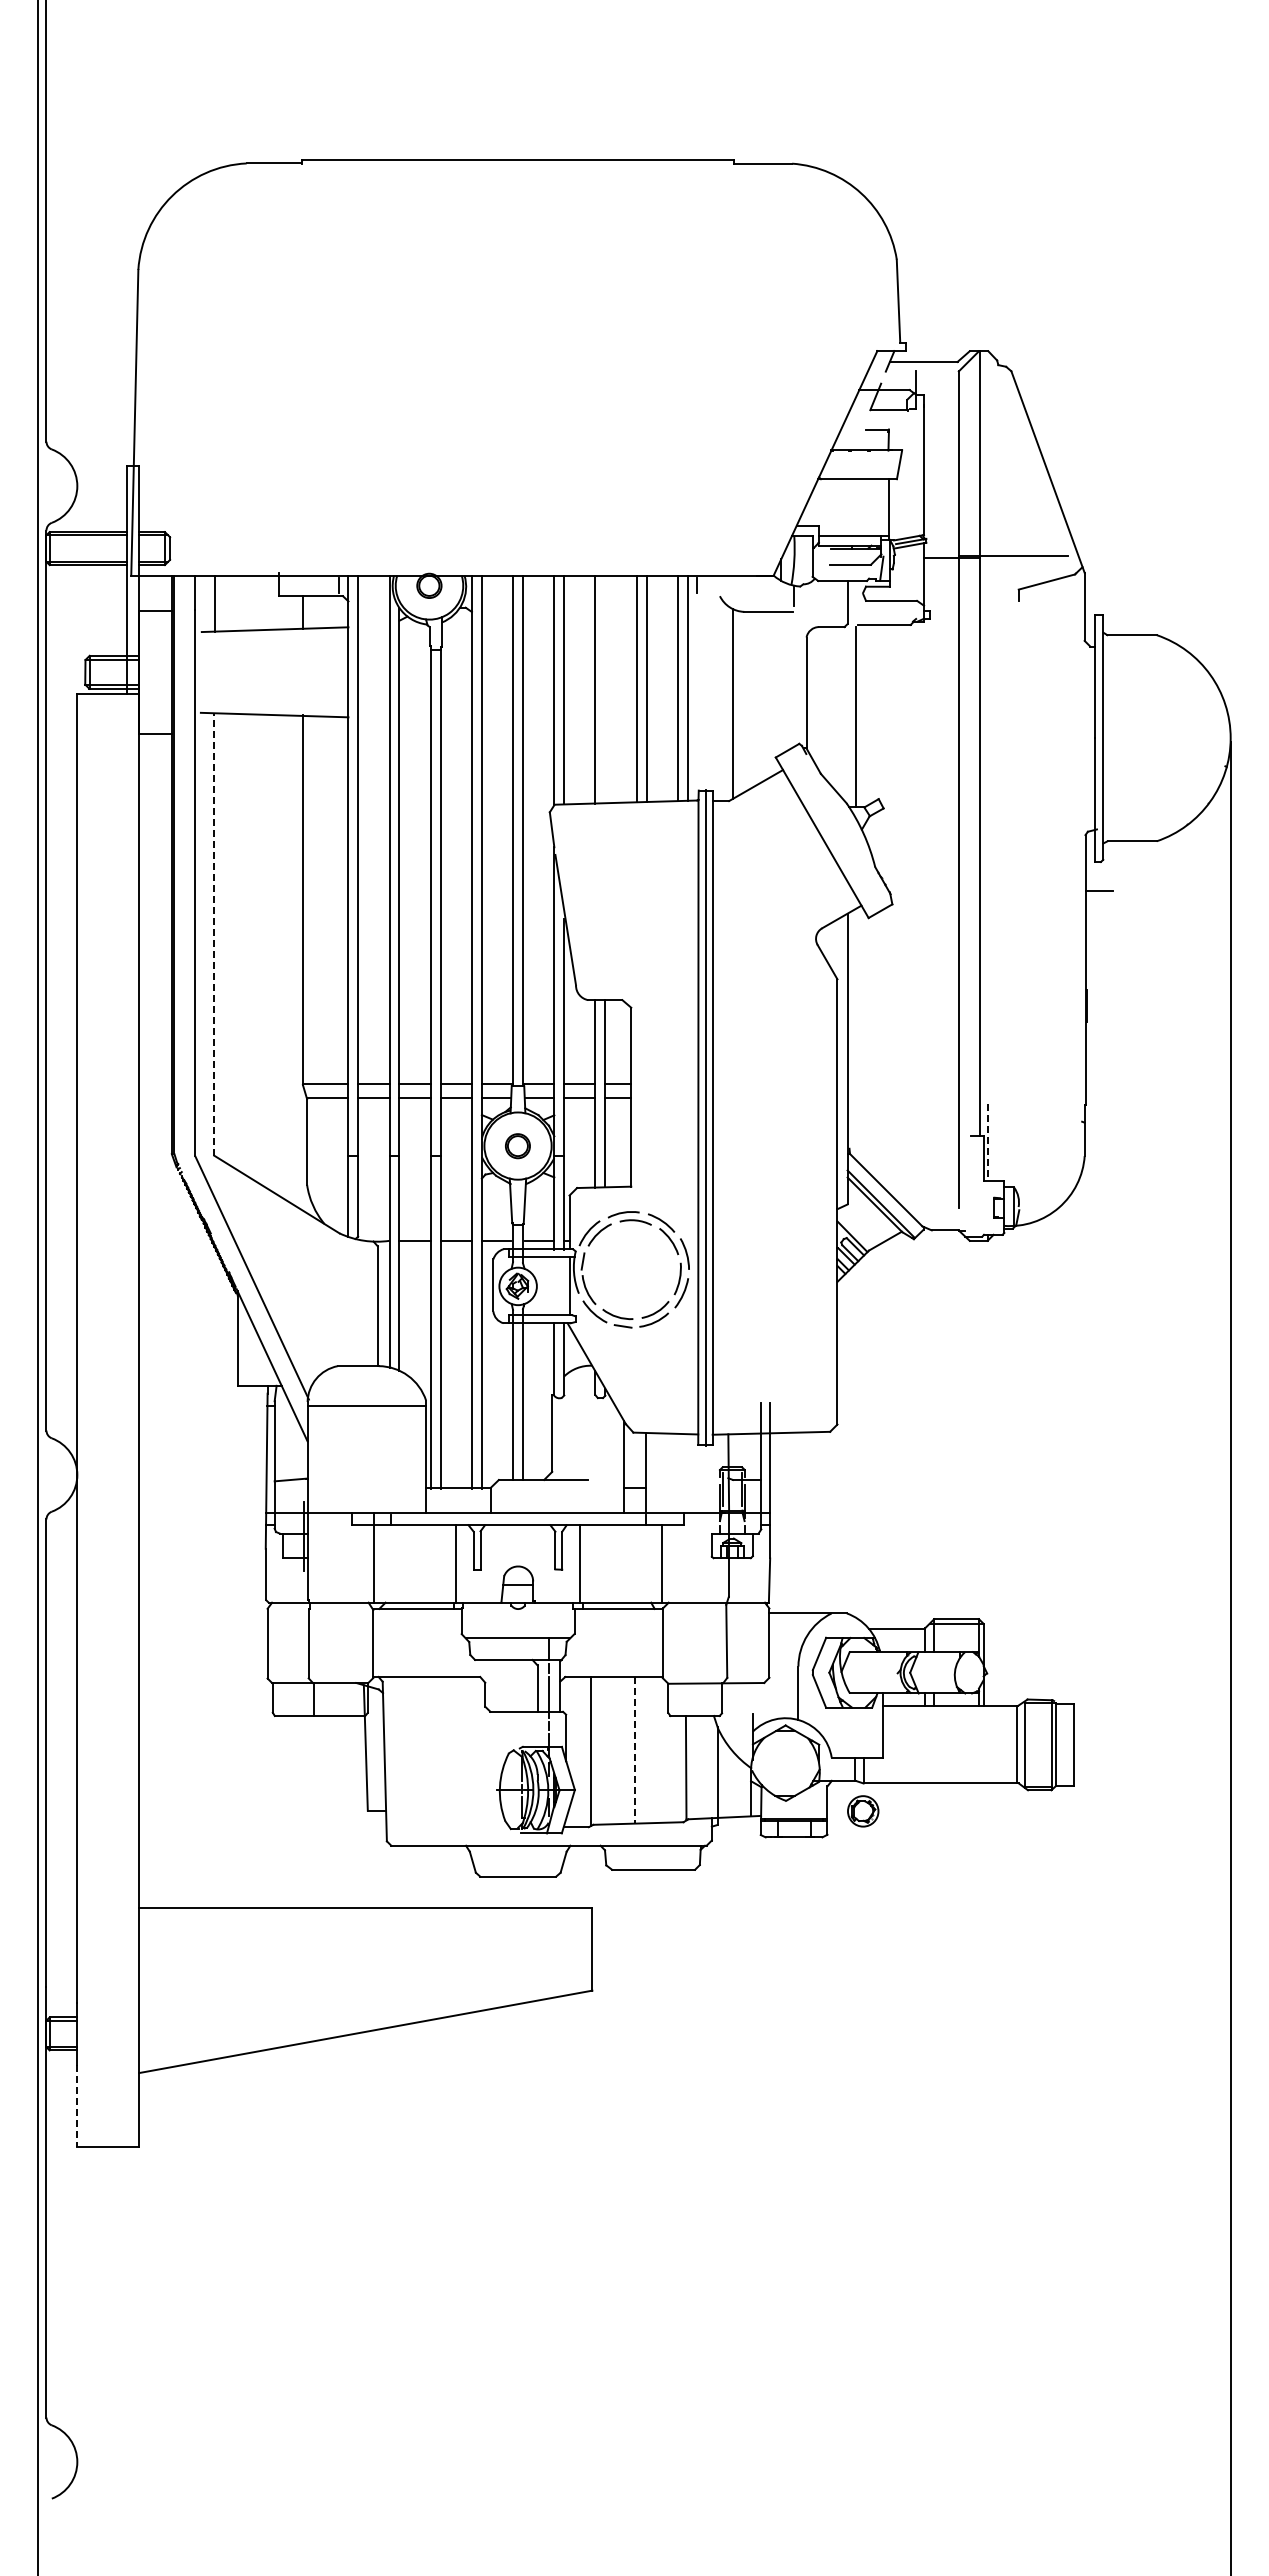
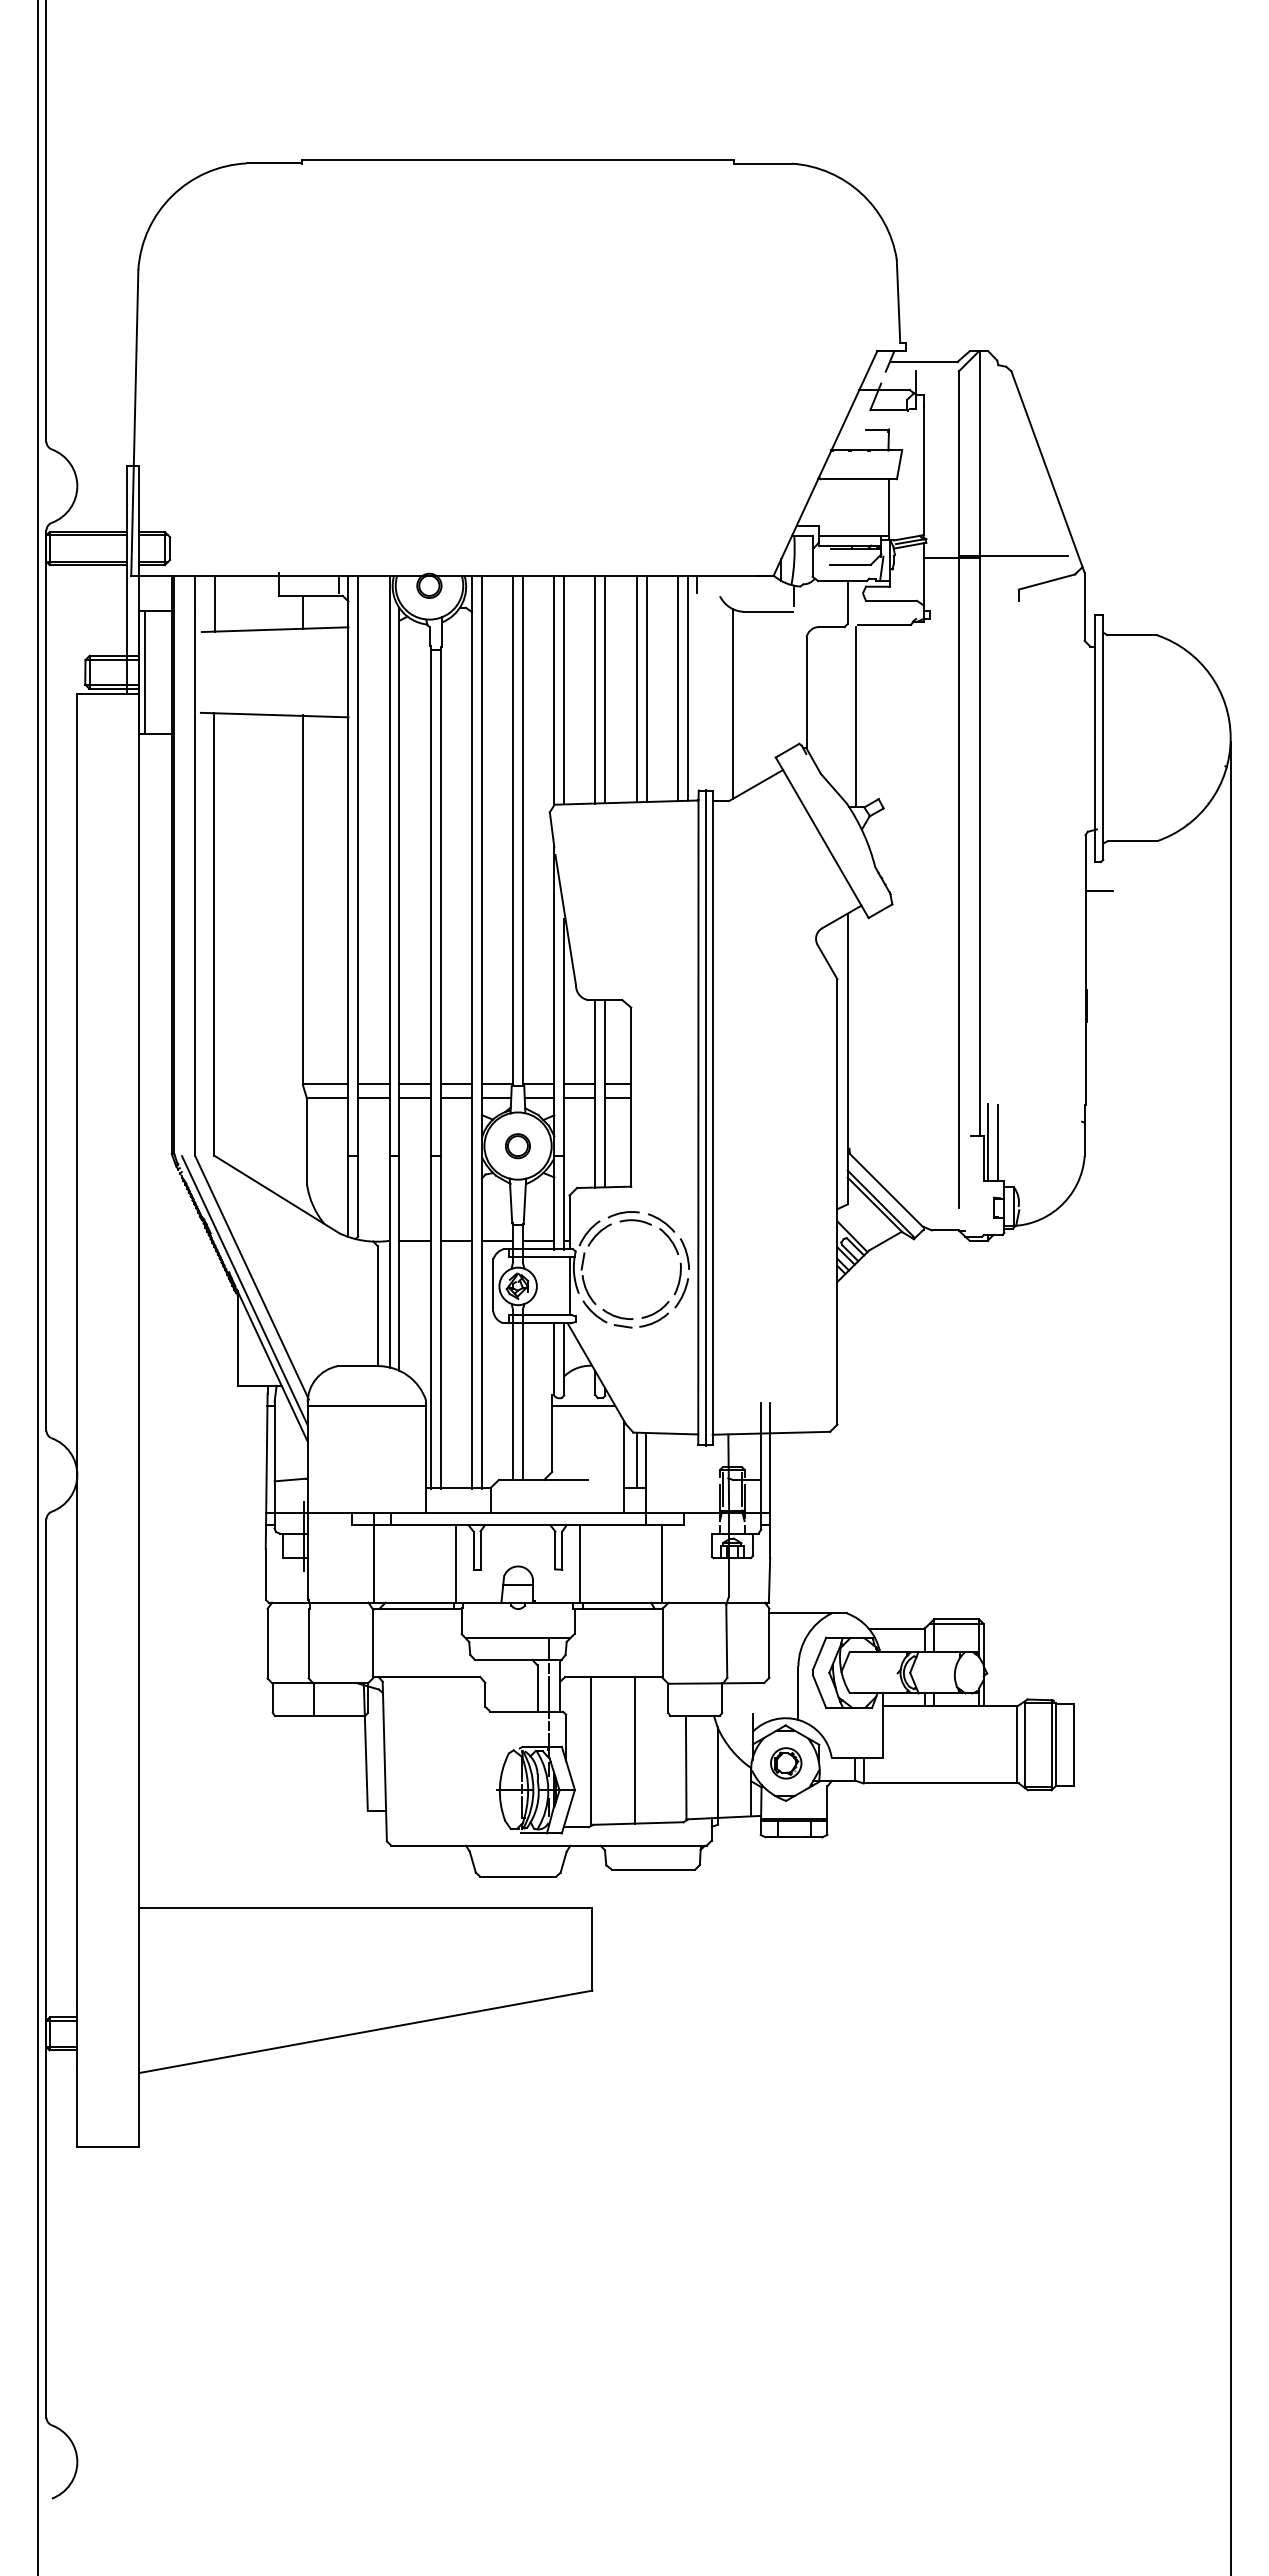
line at (145, 672): none -> present
line at (605, 689): none -> present
line at (214, 933): dashed -> solid
line at (988, 1143): dashed -> solid
line at (997, 1143): none -> present
line at (244, 1290): none -> present
line at (583, 1405): none -> present
line at (636, 1460): none -> present
line at (635, 1750): dashed -> solid
part at (863, 1811) position: (863, 1811) -> (786, 1763)
line at (77, 2106): dashed -> solid
